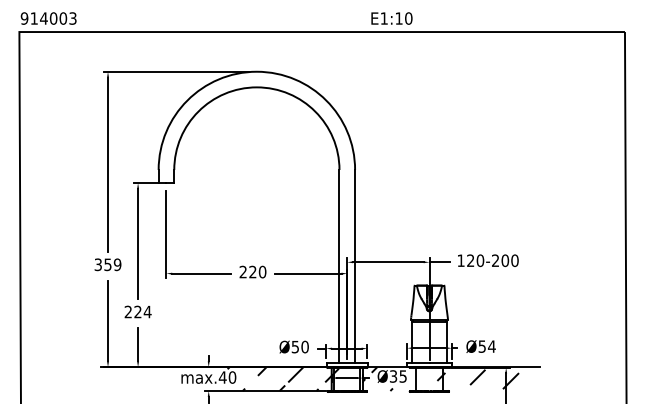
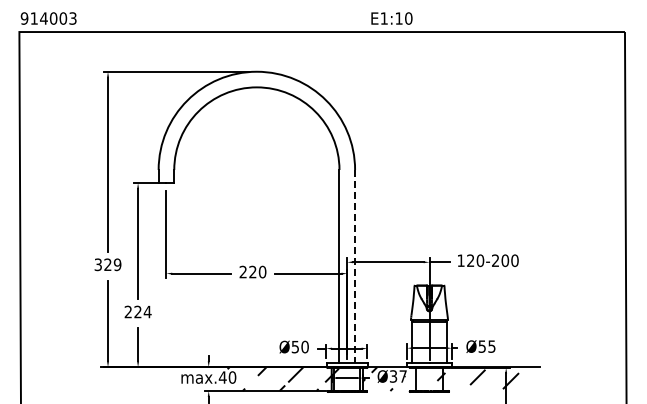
text at (107, 264): 359 -> 329
line at (355, 266): solid -> dashed
text at (491, 346): Ø54 -> Ø55
text at (402, 376): Ø35 -> Ø37
